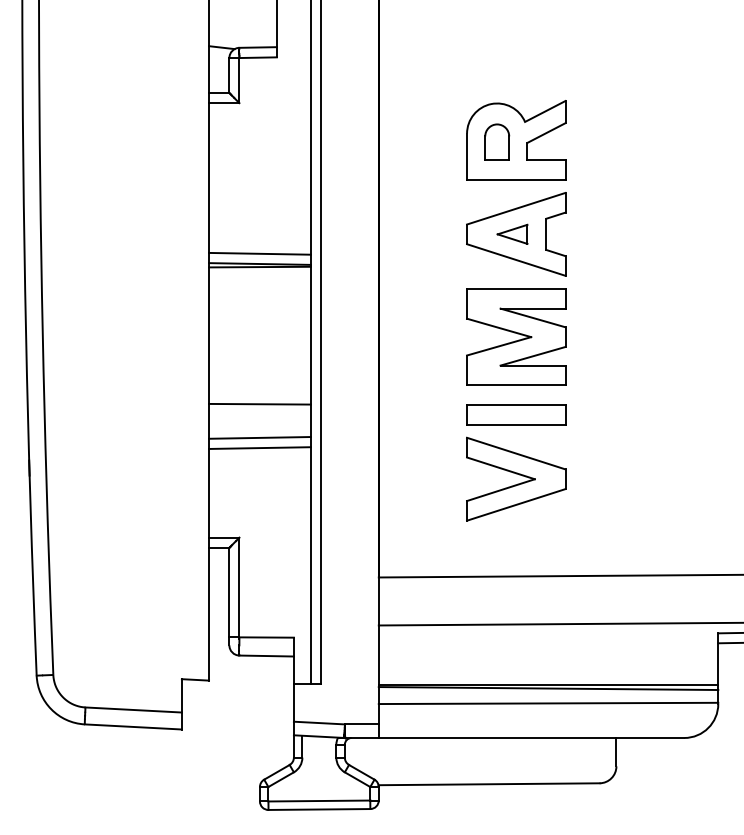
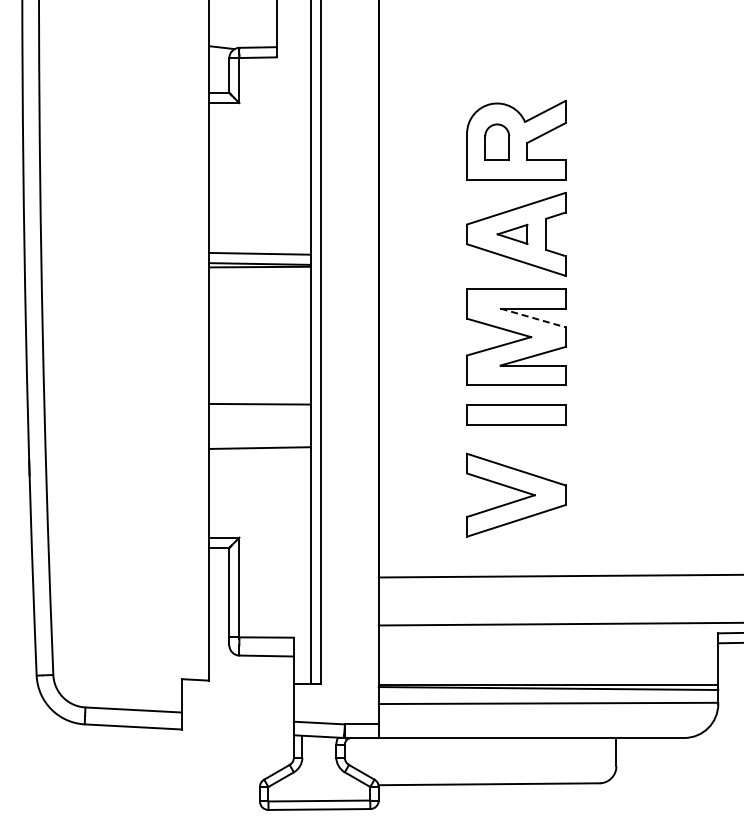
line at (533, 317): solid -> dashed
line at (259, 437): present -> none
part at (516, 478) position: (516, 478) -> (516, 494)
